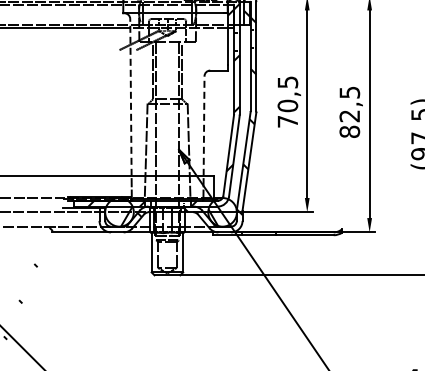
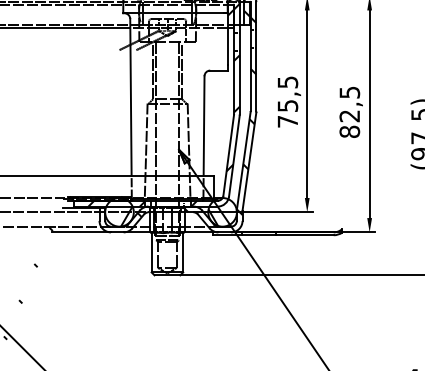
line at (130, 96): dashed -> solid
text at (287, 105): 70,5 -> 75,5
line at (204, 126): dashed -> solid
